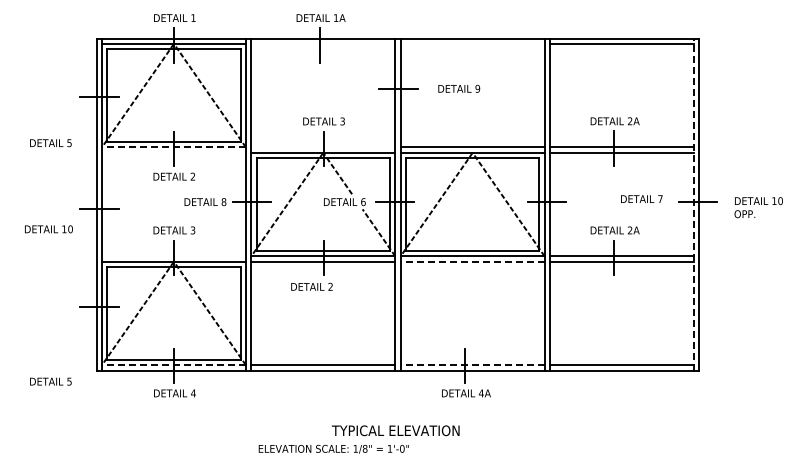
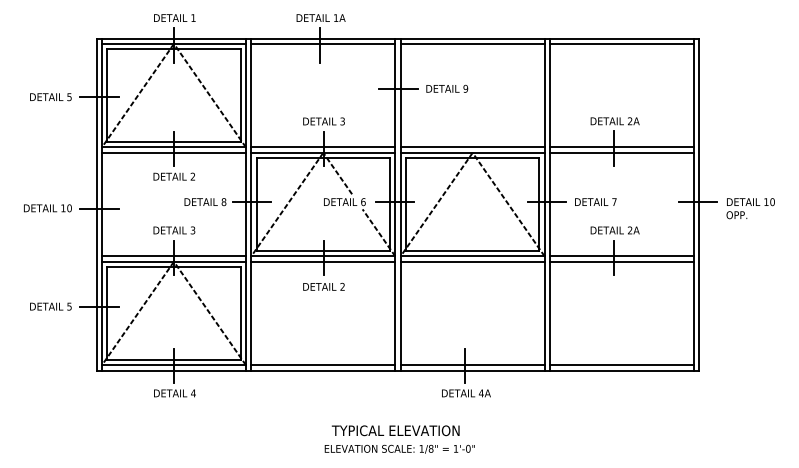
line at (323, 43): none -> present
line at (472, 43): none -> present
text at (459, 88) position: (459, 88) -> (447, 88)
text at (50, 143) position: (50, 143) -> (50, 97)
line at (173, 147): dashed -> solid
line at (323, 147): none -> present
line at (173, 152): none -> present
text at (641, 198) position: (641, 198) -> (595, 201)
line at (694, 204): dashed -> solid
text at (758, 207) position: (758, 207) -> (750, 208)
text at (48, 229) position: (48, 229) -> (47, 208)
line at (173, 256): none -> present
line at (472, 261): dashed -> solid
text at (311, 286) position: (311, 286) -> (323, 286)
line at (173, 365): dashed -> solid
line at (472, 365): dashed -> solid
text at (50, 381) position: (50, 381) -> (50, 306)
text at (333, 448) position: (333, 448) -> (399, 448)
